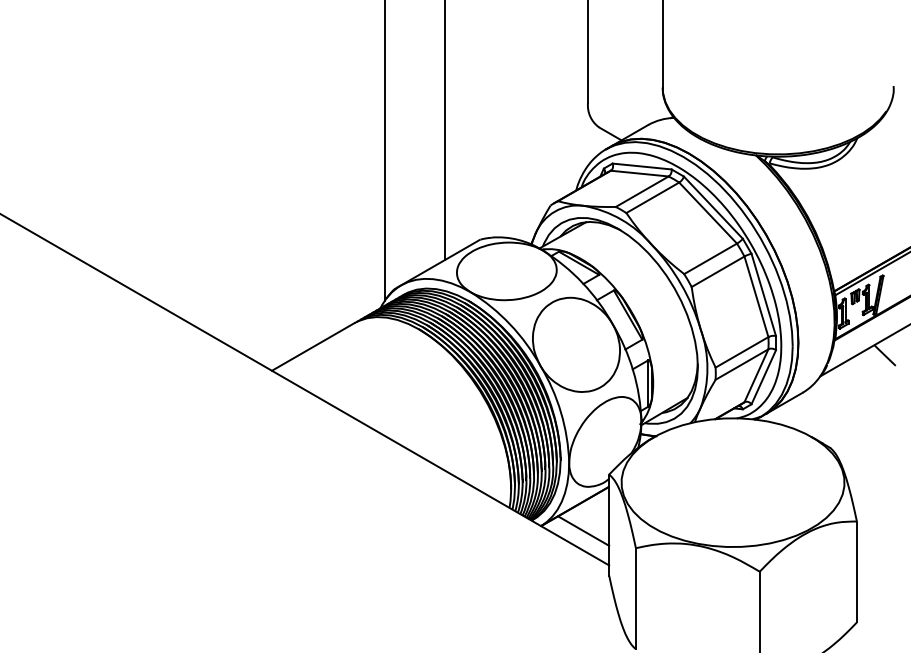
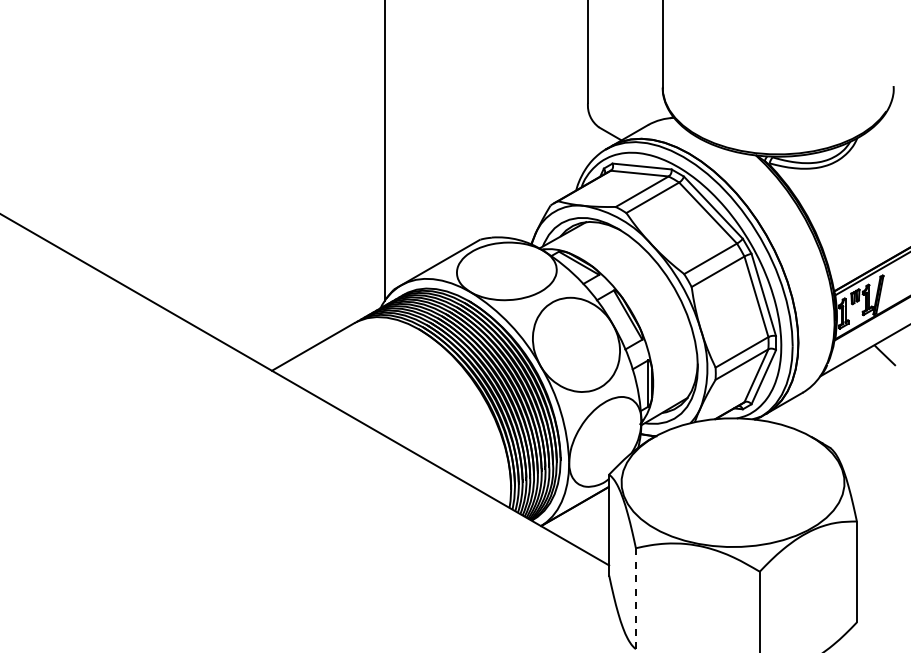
line at (445, 130): present -> none
line at (583, 530): present -> none
line at (635, 599): solid -> dashed
